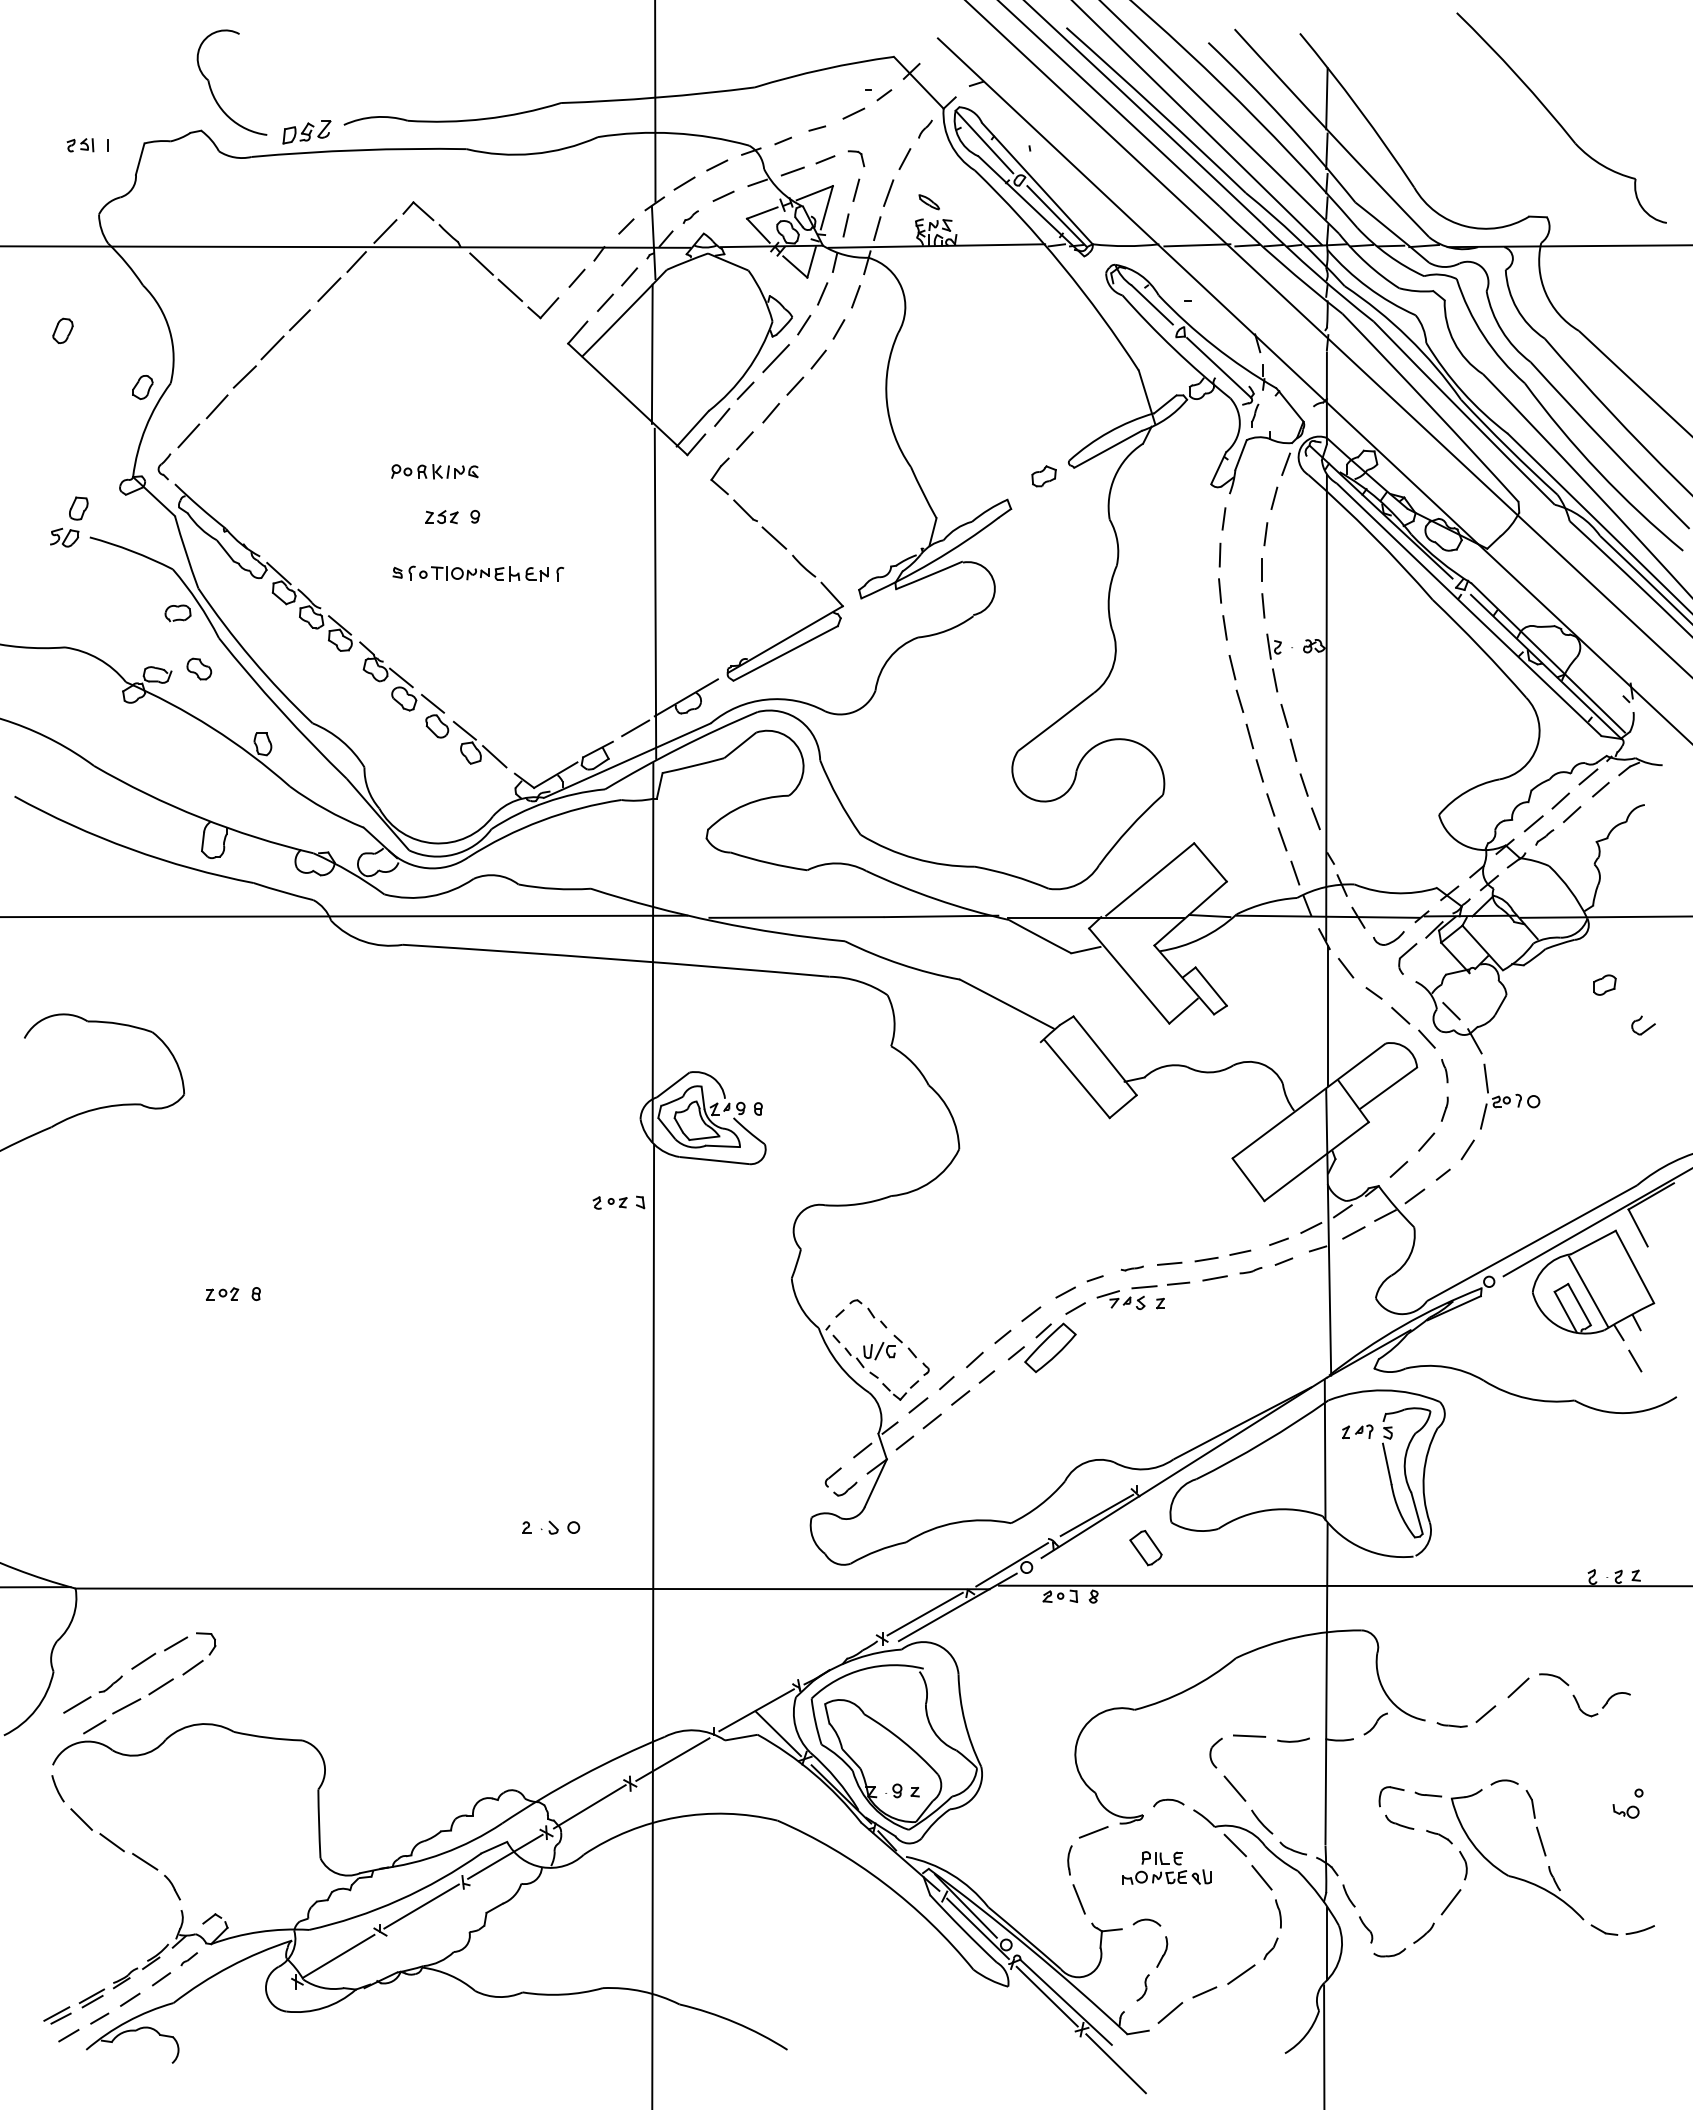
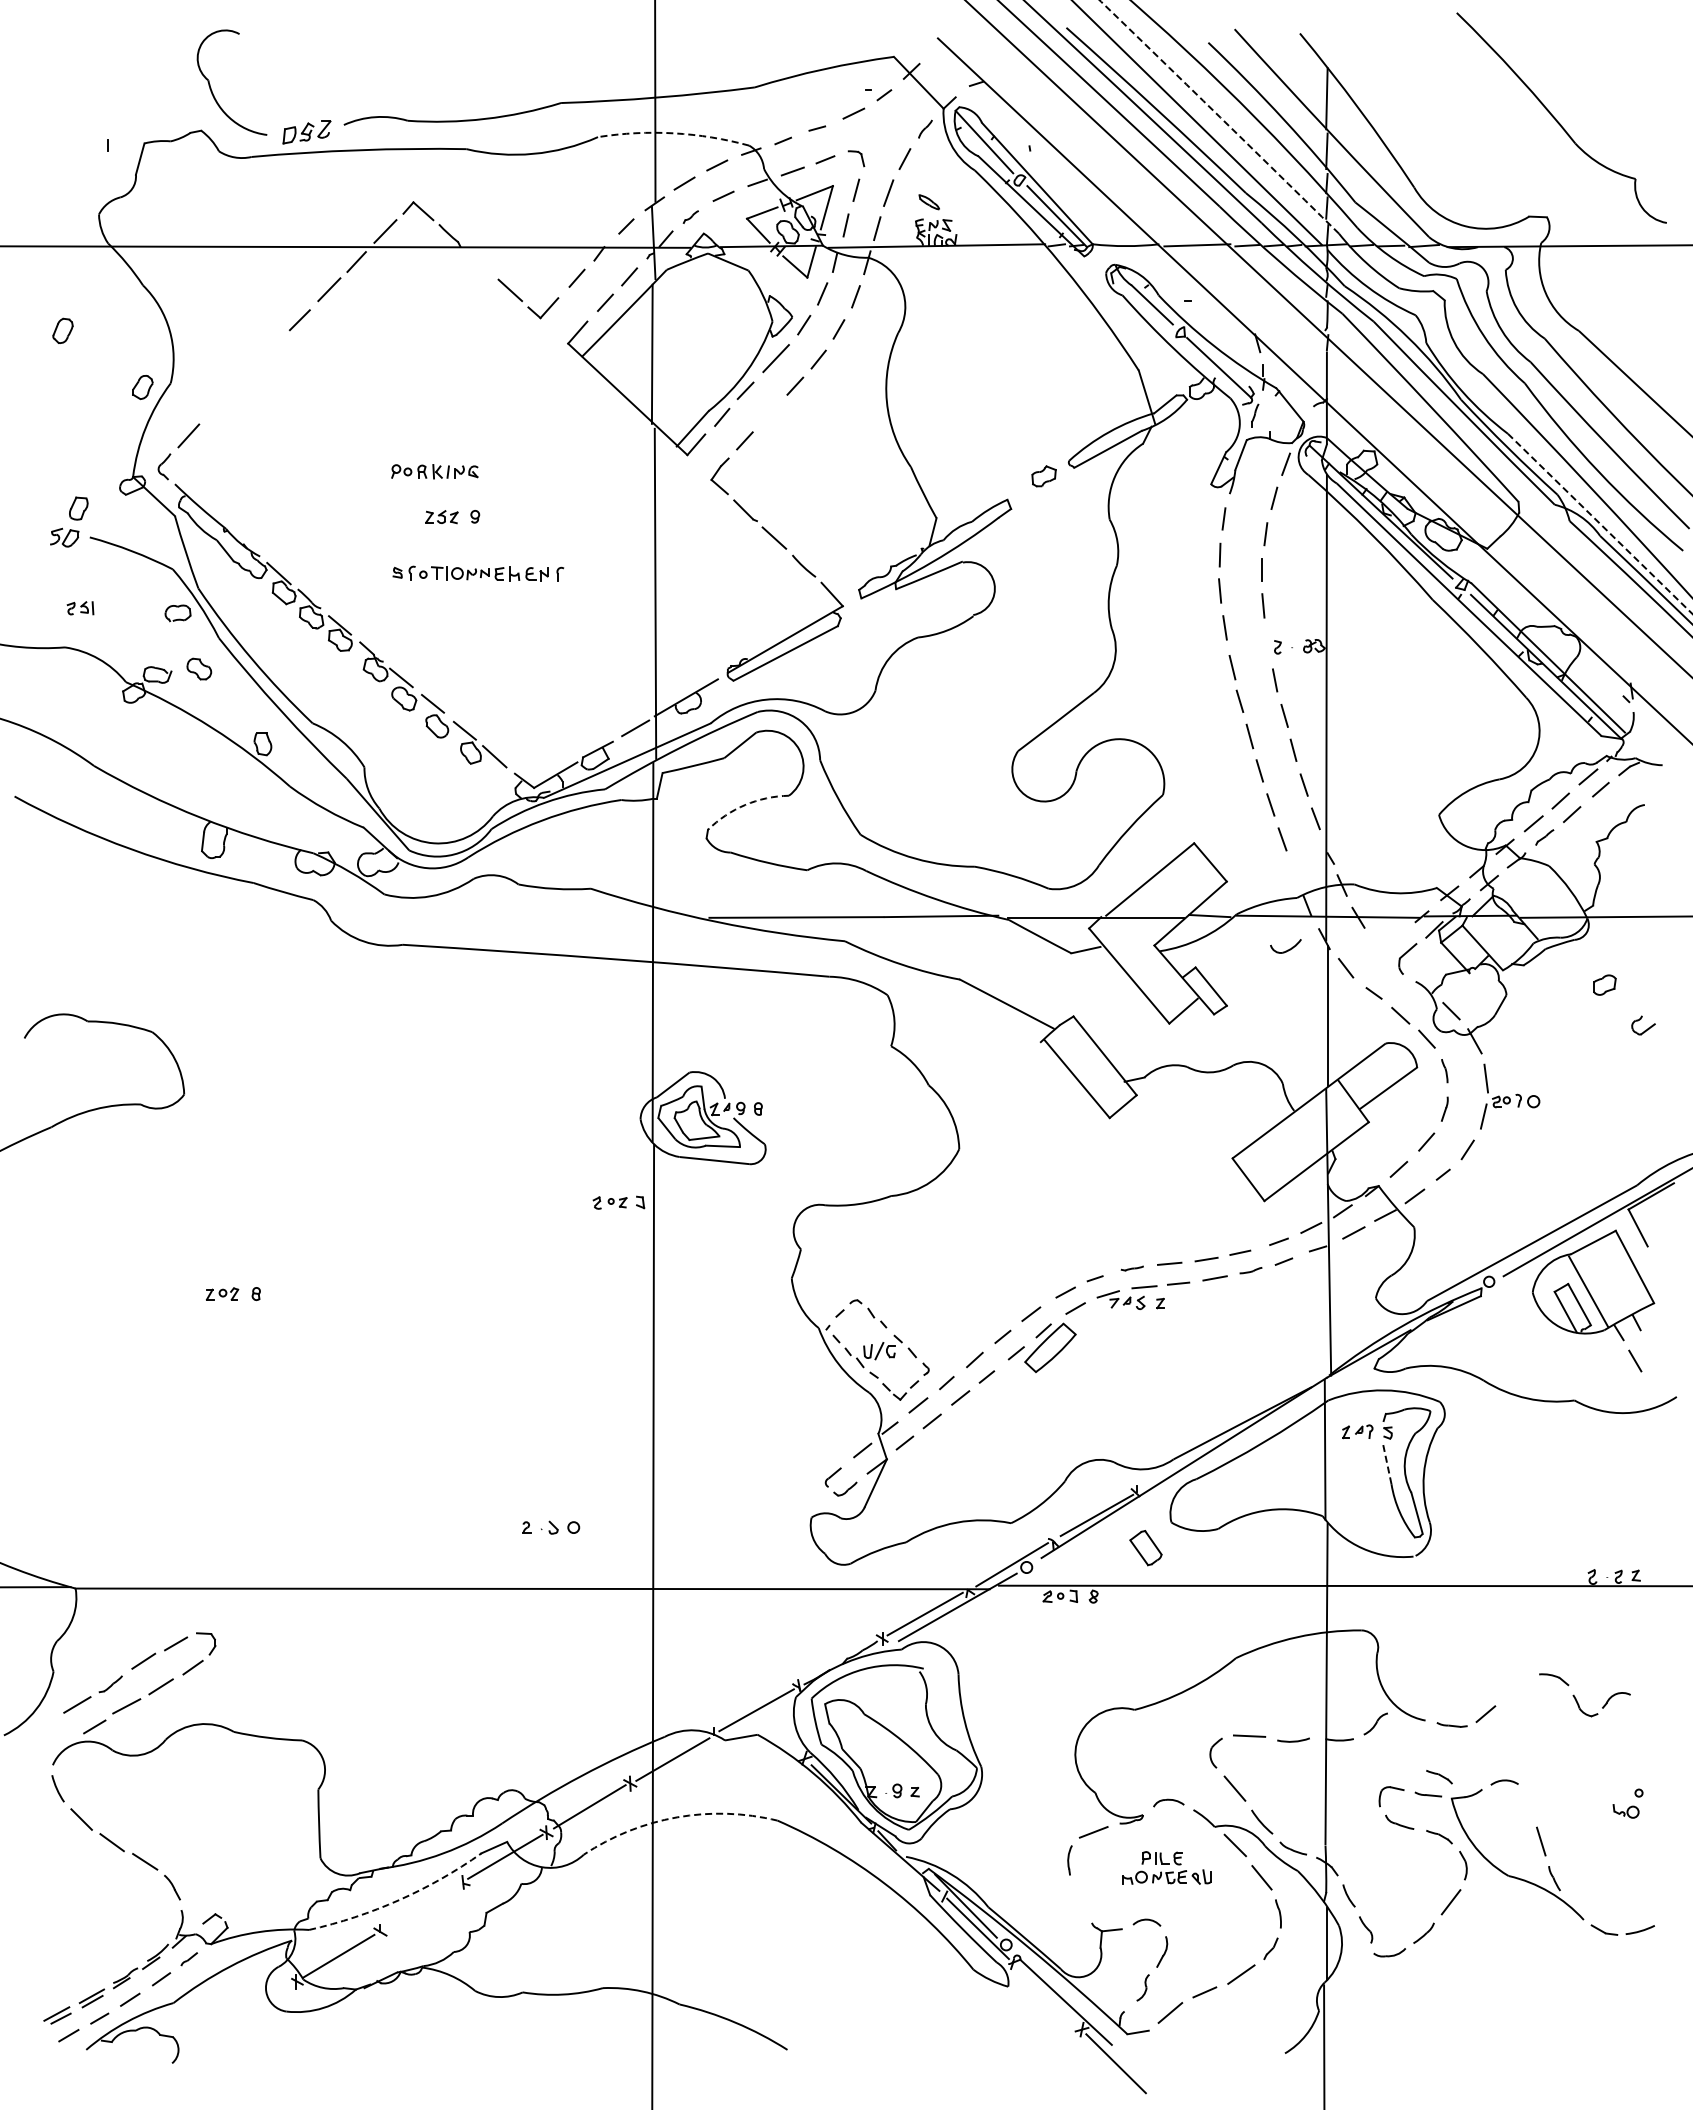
arc at (1219, 116): solid -> dashed
arc at (674, 133): solid -> dashed
part at (80, 145) position: (80, 145) -> (80, 608)
line at (481, 263): present -> none
line at (272, 347): present -> none
line at (244, 376): present -> none
line at (216, 406): present -> none
line at (770, 412): present -> none
line at (1600, 524): solid -> dashed
line at (1268, 646): present -> none
arc at (745, 805): solid -> dashed
line at (1295, 872): present -> none
line at (344, 916): present -> none
part at (1388, 938) position: (1388, 938) -> (1285, 946)
line at (1387, 1463): solid -> dashed
line at (1518, 1687): present -> none
line at (778, 1734): present -> none
part at (1439, 1777): none -> present
part at (1530, 1804): present -> none
arc at (677, 1817): solid -> dashed
line at (1078, 1899): present -> none
arc at (399, 1900): solid -> dashed
line at (421, 1906): present -> none
line at (1046, 1996): present -> none
